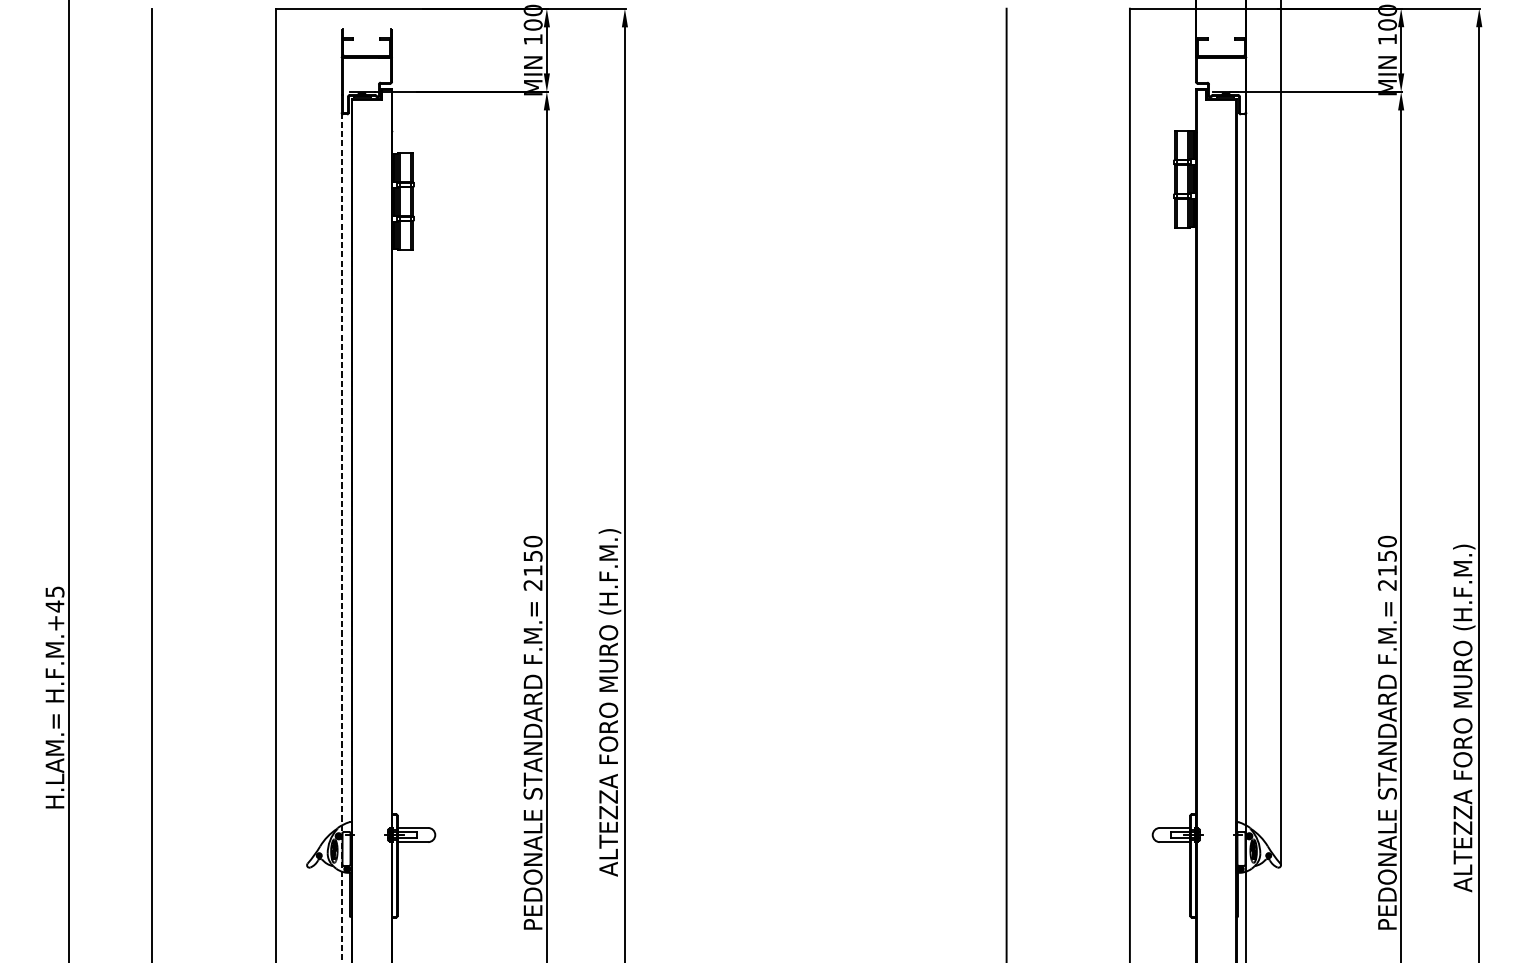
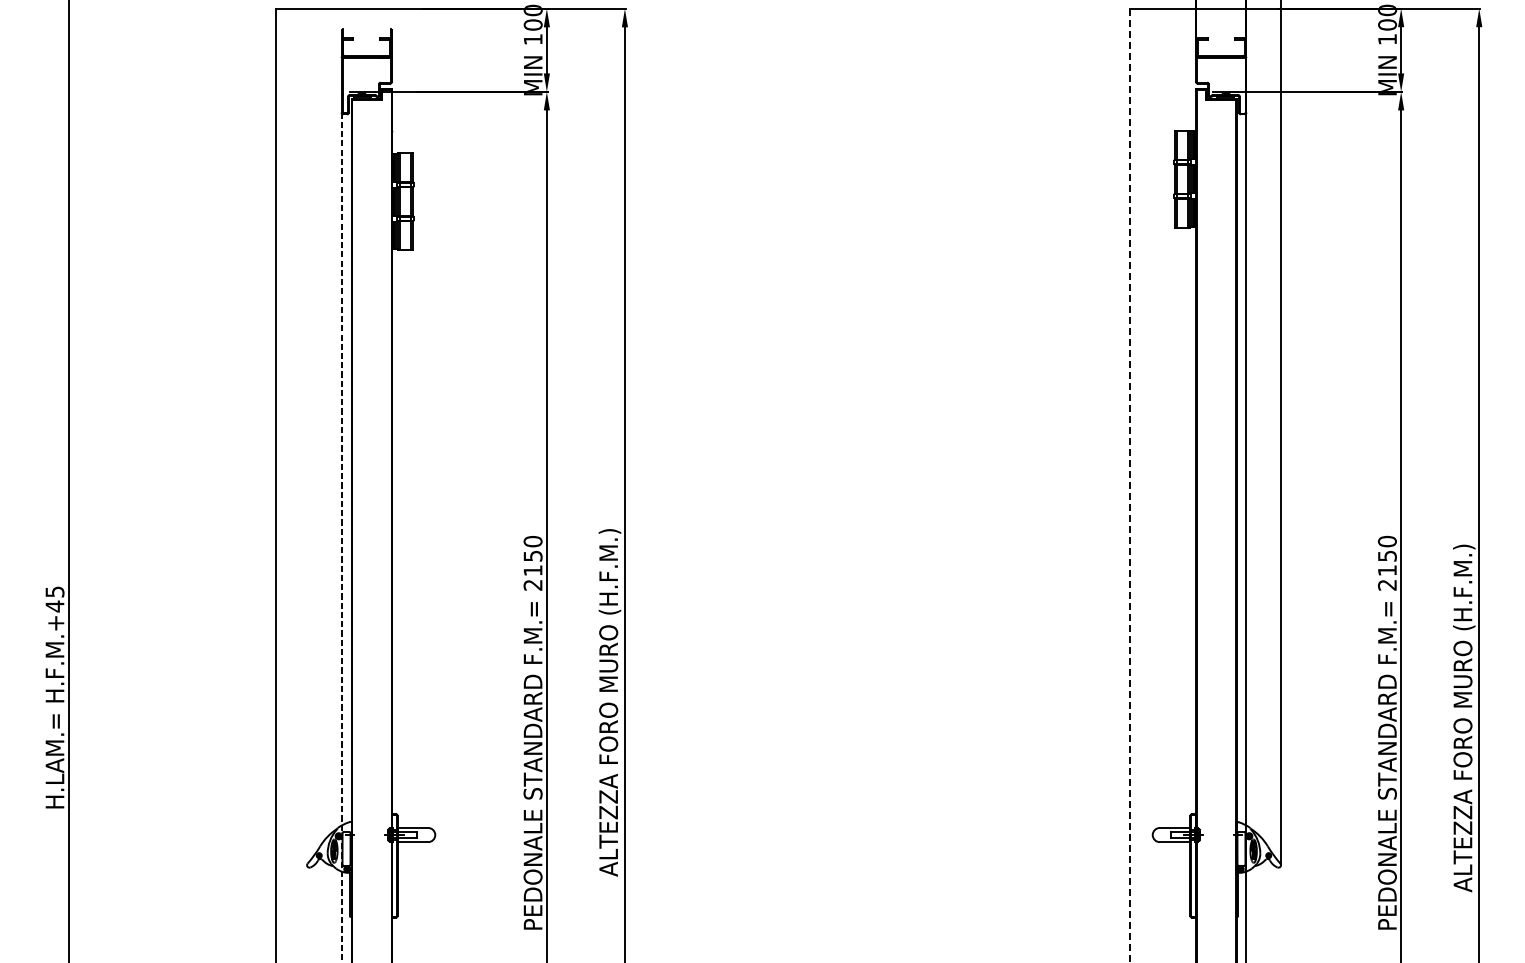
line at (152, 483): present -> none
line at (1006, 483): present -> none
line at (1129, 485): solid -> dashed
